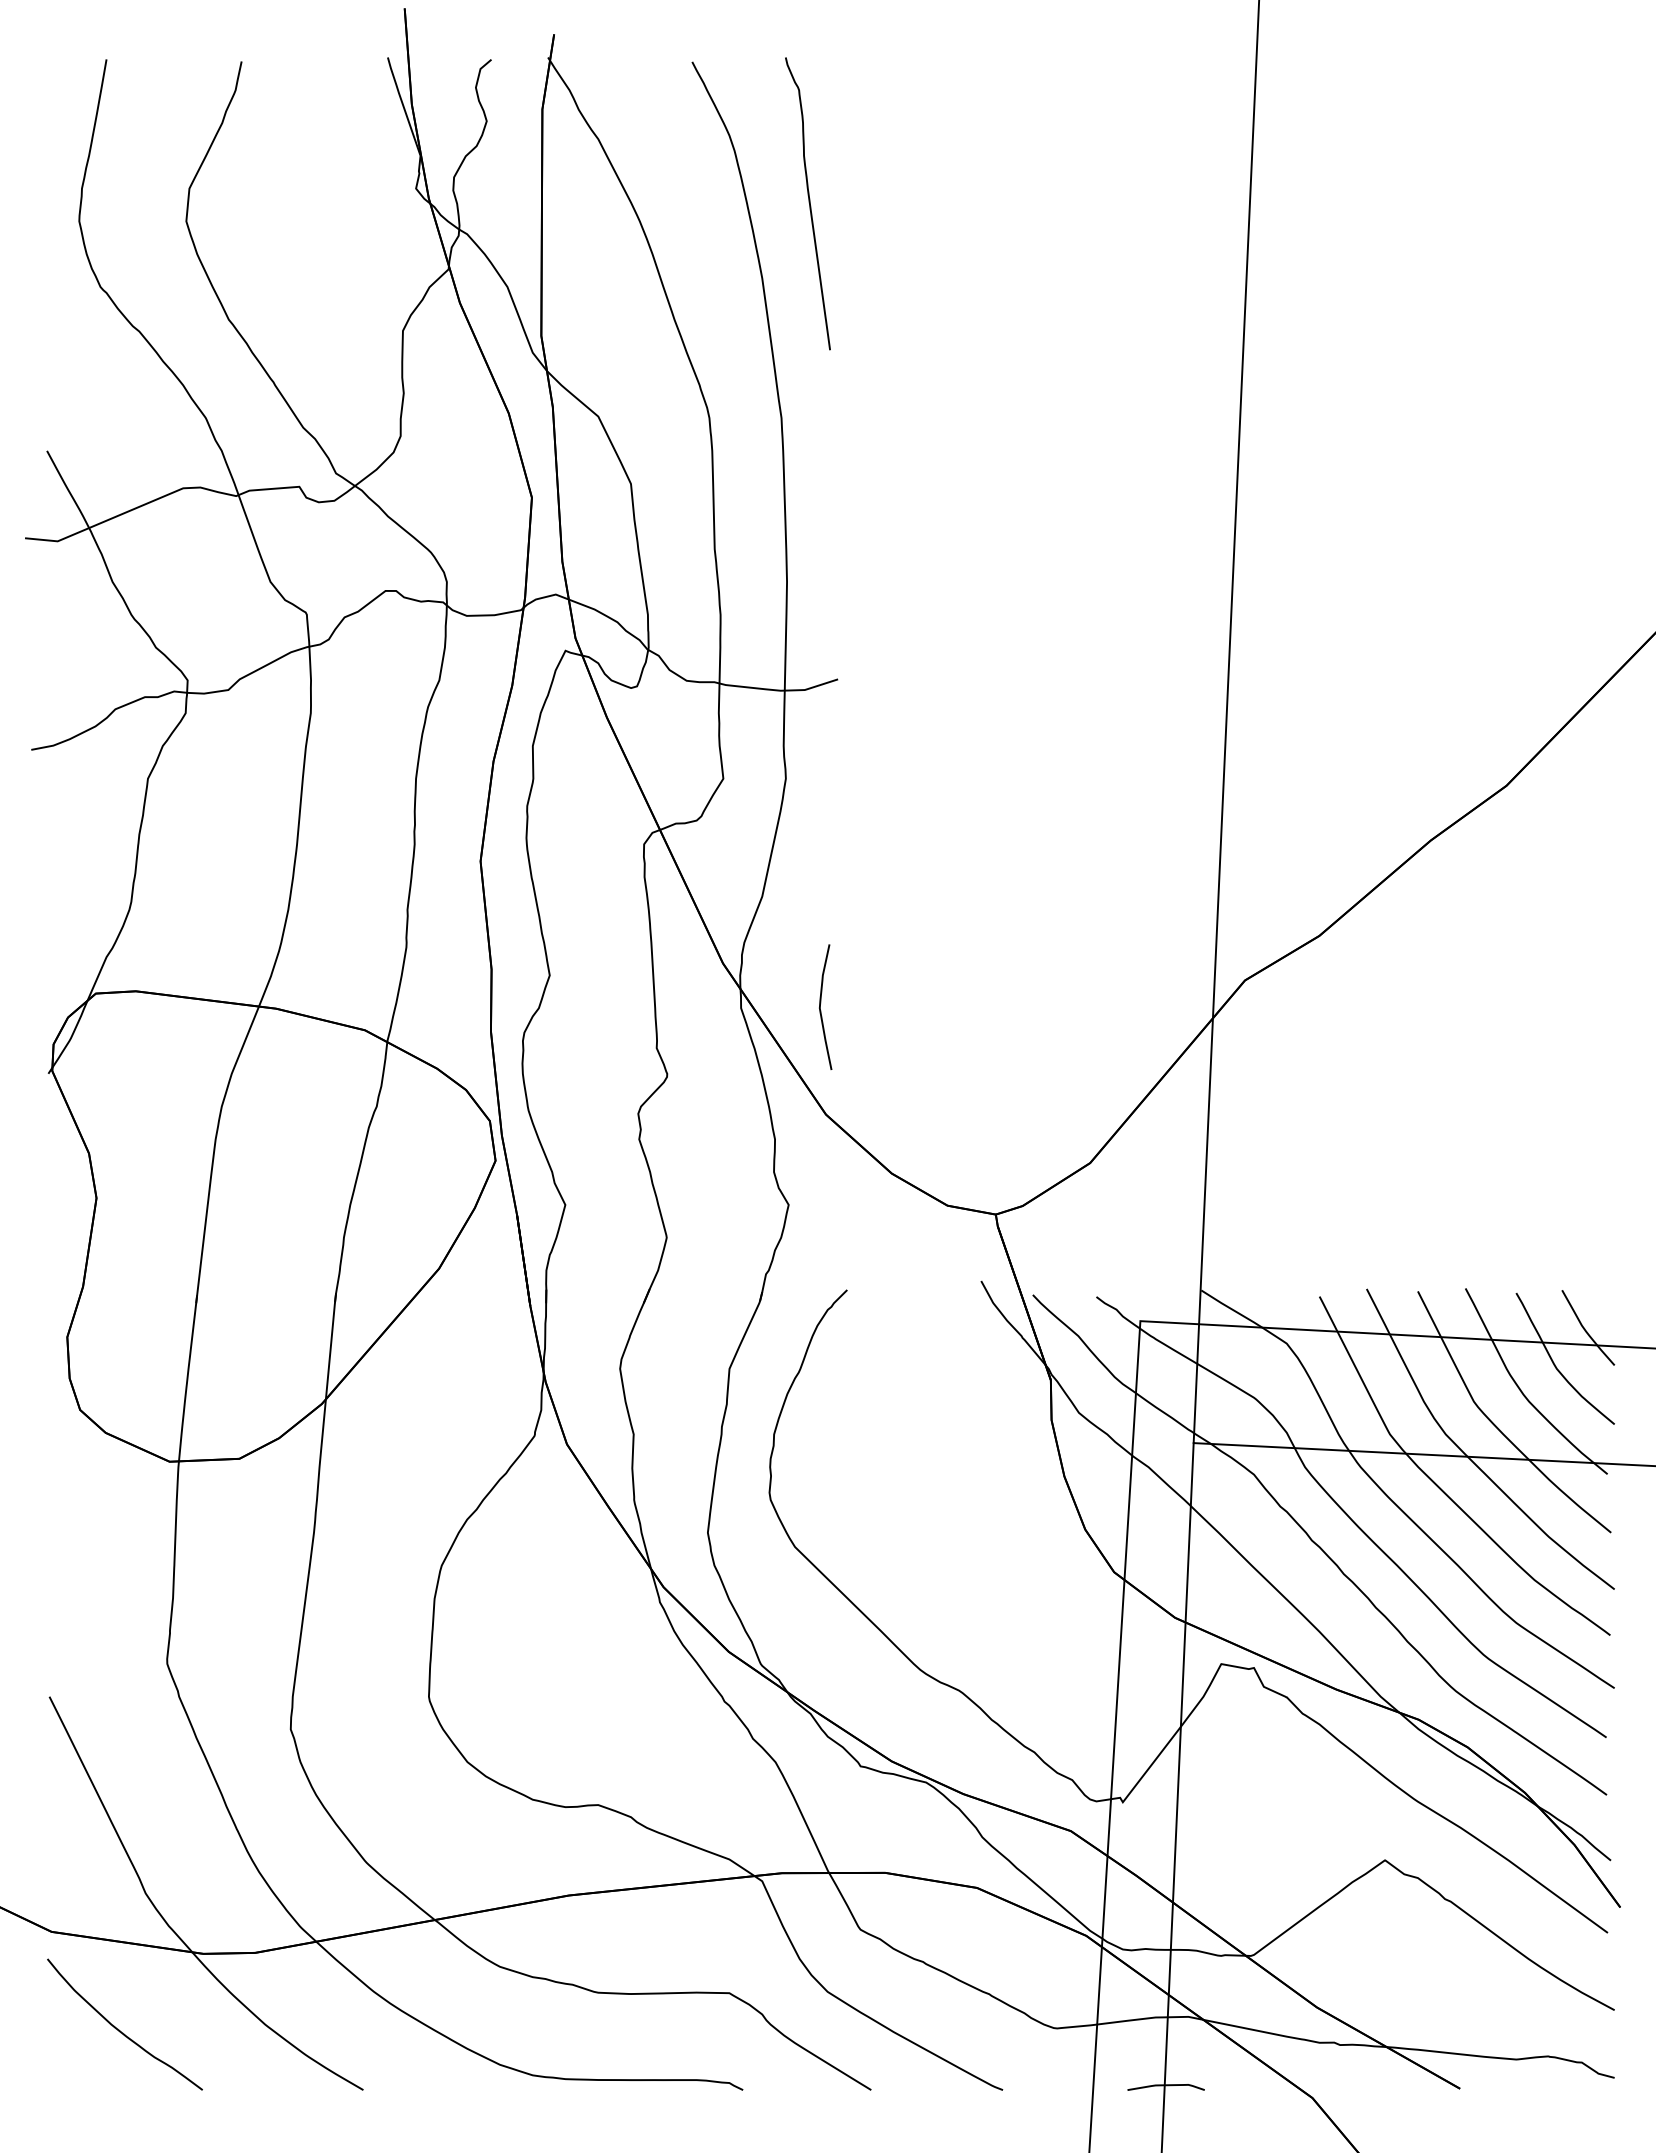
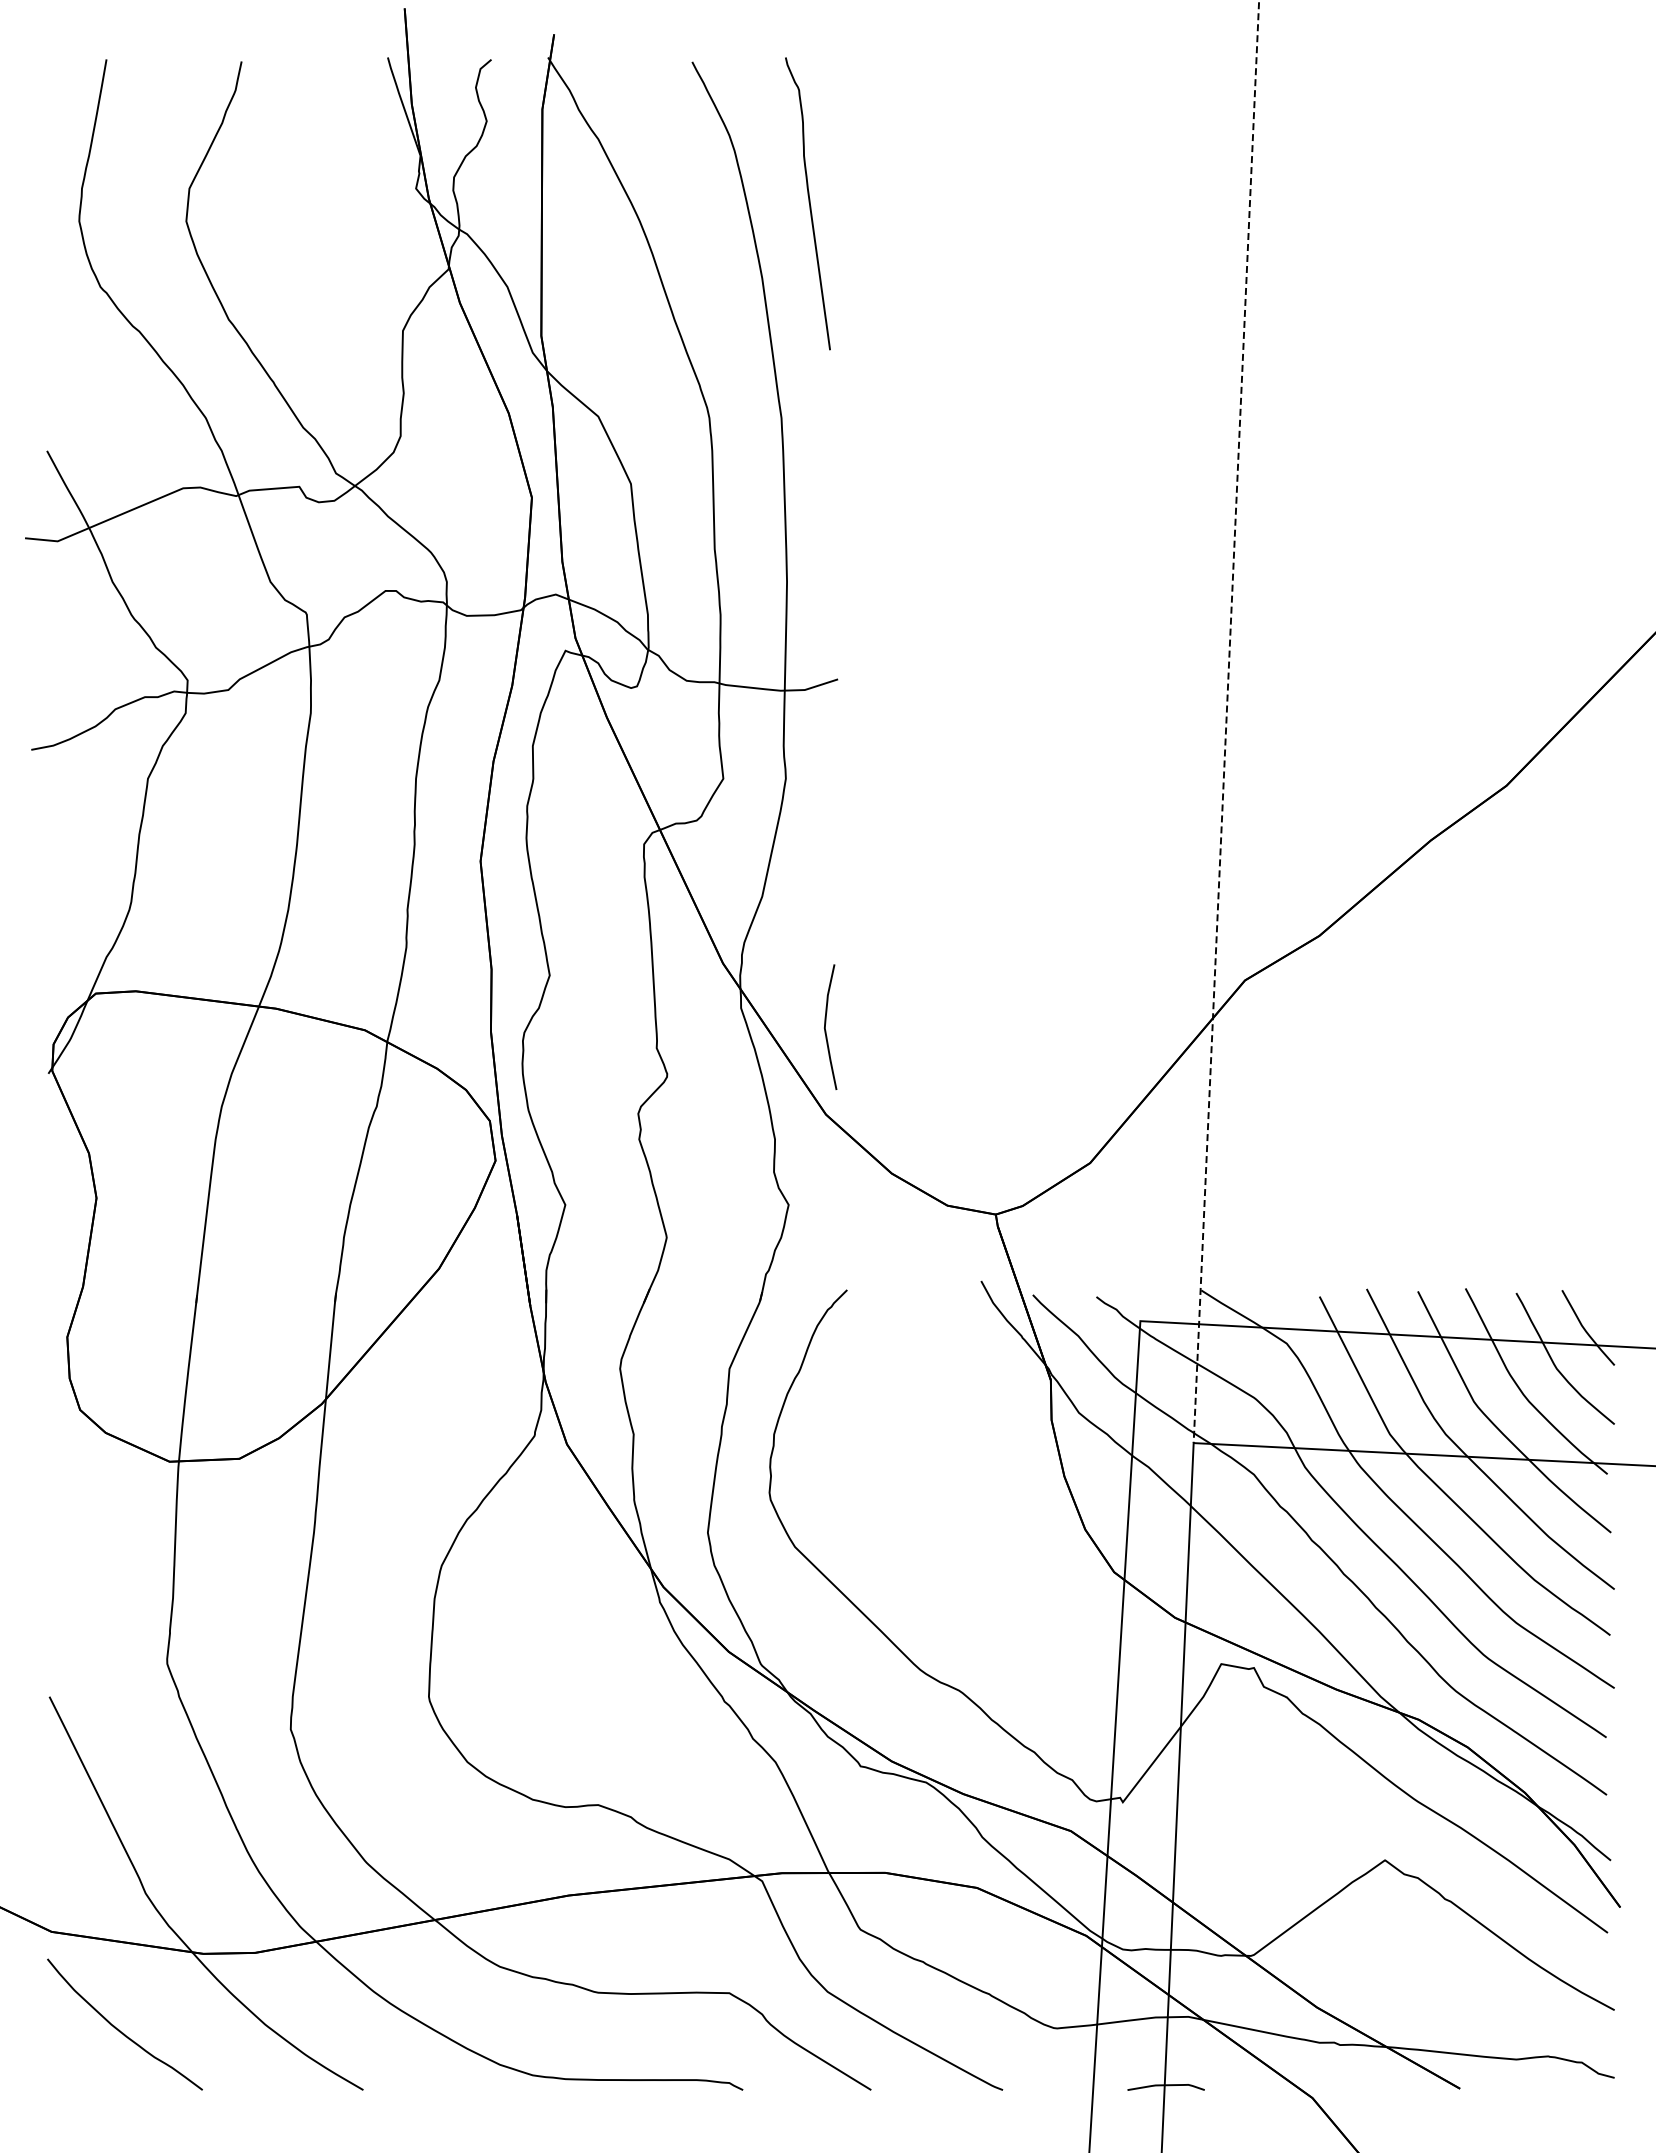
line at (1226, 722): solid -> dashed
curve at (821, 1003) position: (821, 1003) -> (826, 1023)
